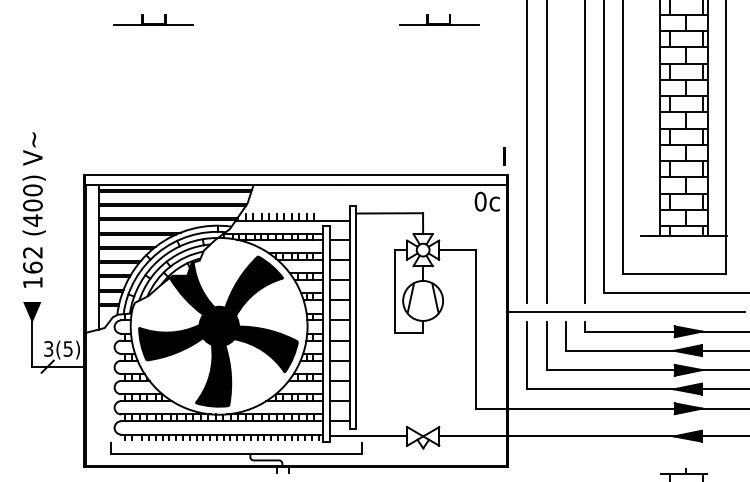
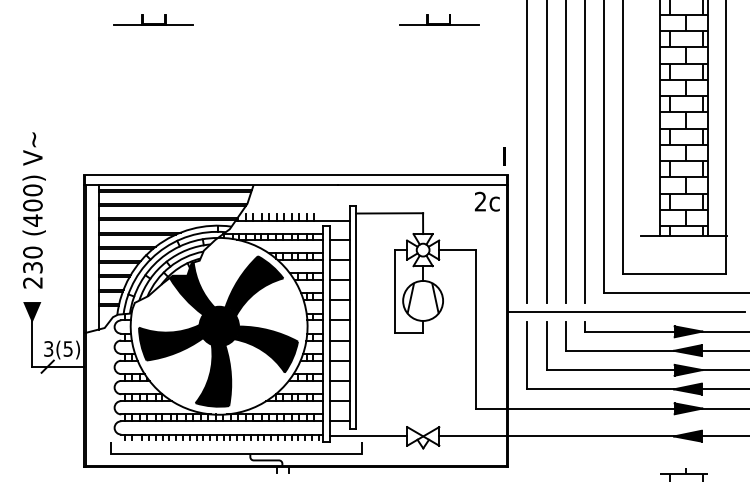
line at (566, 152): none -> present
text at (480, 201): 0c -> 2c
text at (32, 267): 162 -> 230
